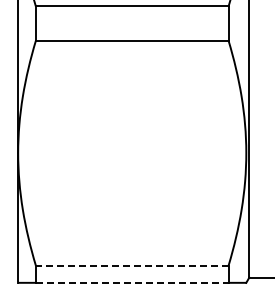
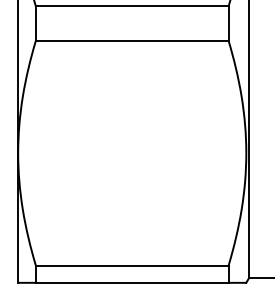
line at (131, 265): dashed -> solid
line at (132, 282): dashed -> solid
